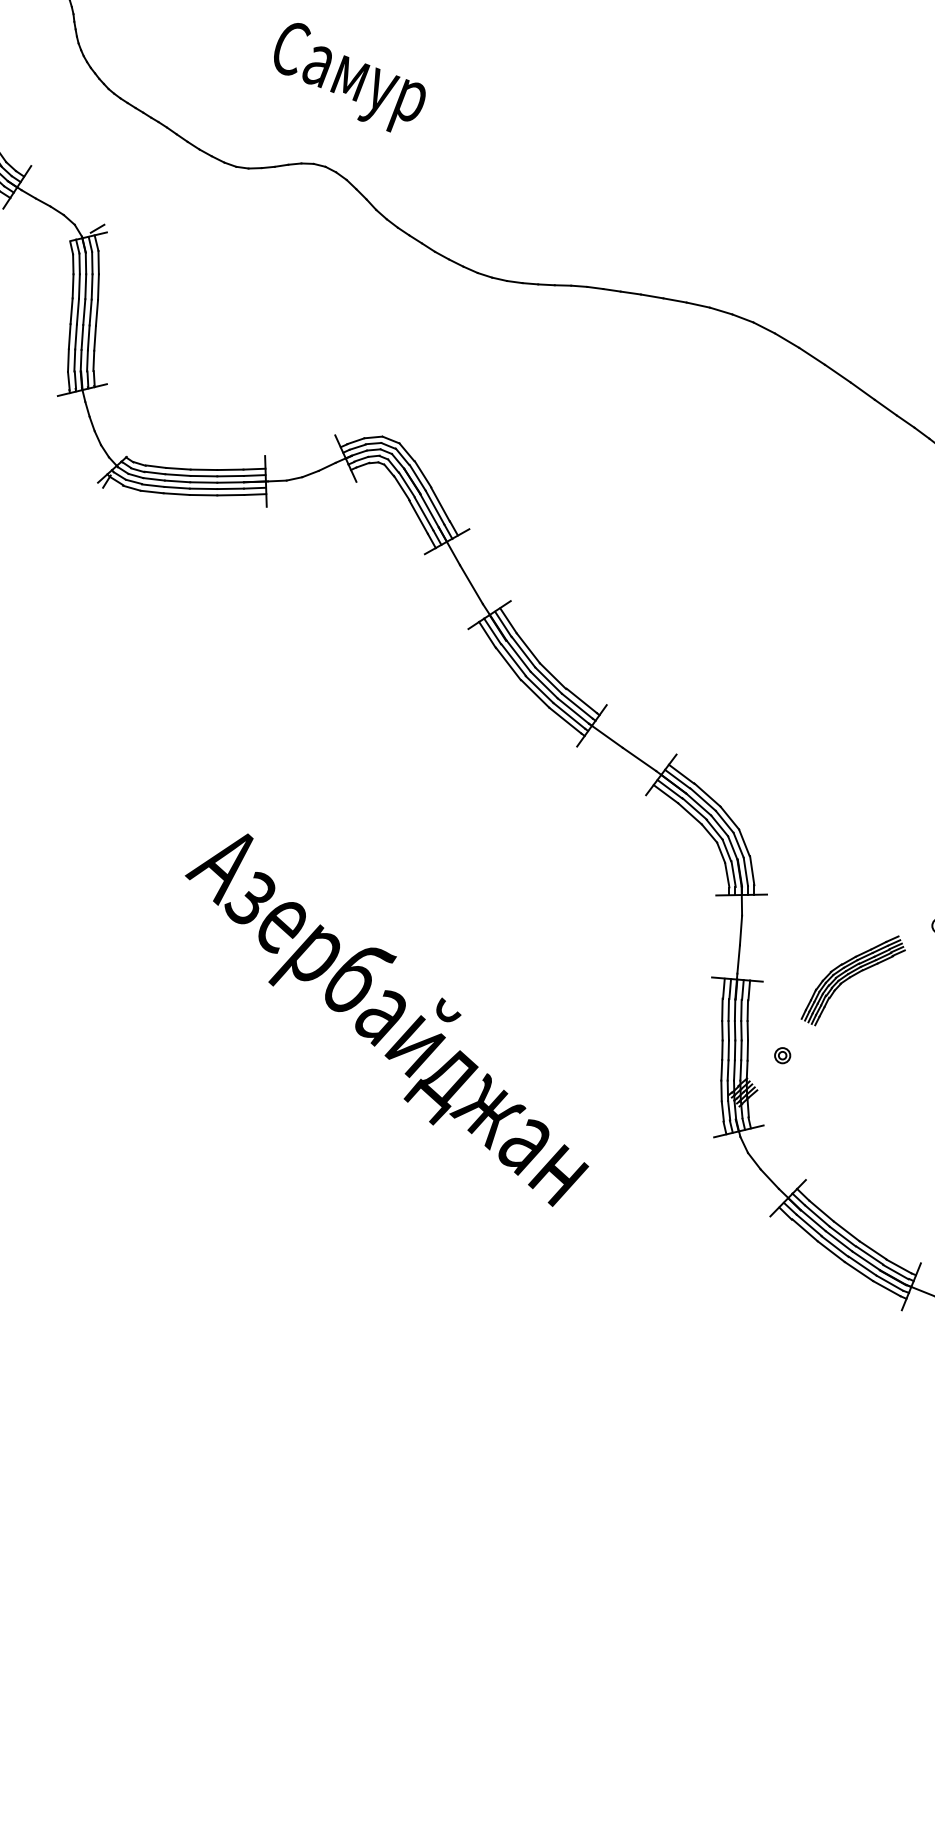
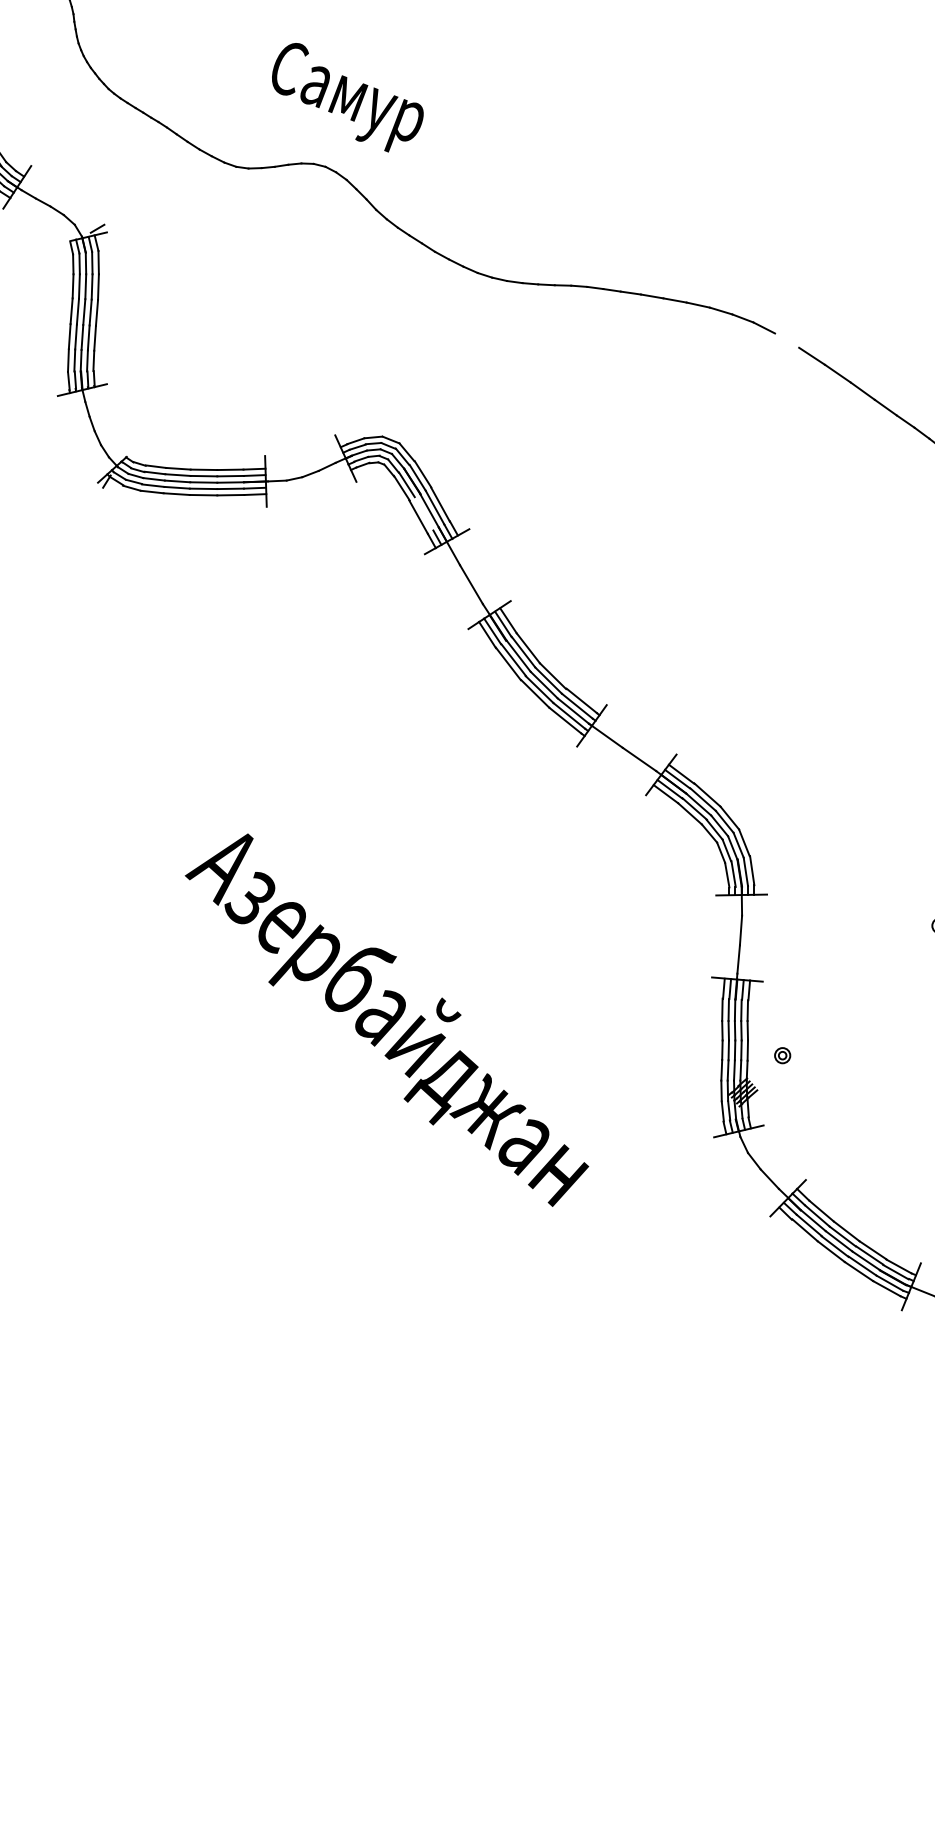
text at (349, 77) position: (349, 77) -> (347, 97)
line at (787, 340): present -> none
line at (423, 513): present -> none
part at (852, 980): present -> none
